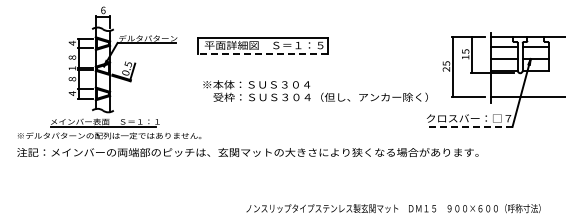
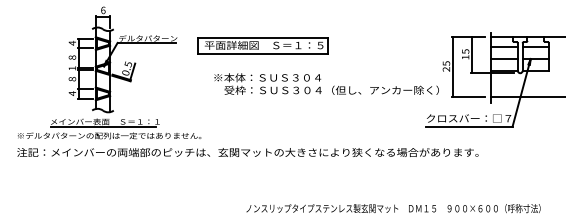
line at (262, 53): dashed -> solid
text at (315, 90) position: (315, 90) -> (326, 83)
line at (469, 126): dashed -> solid
